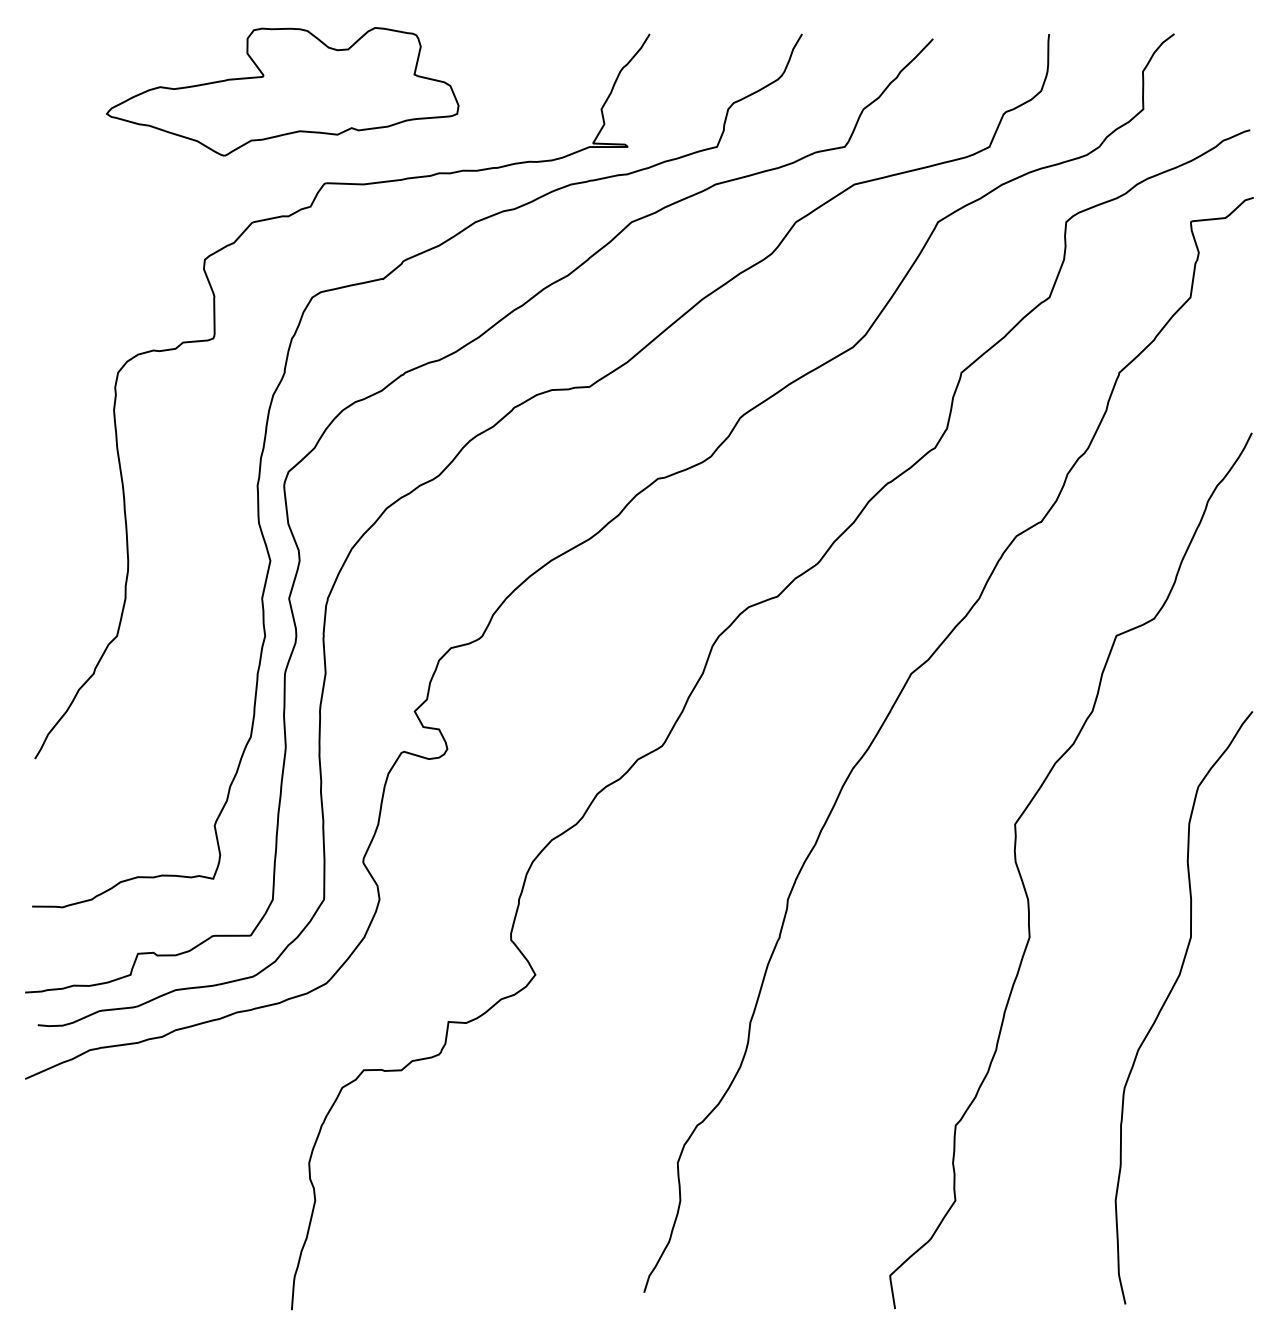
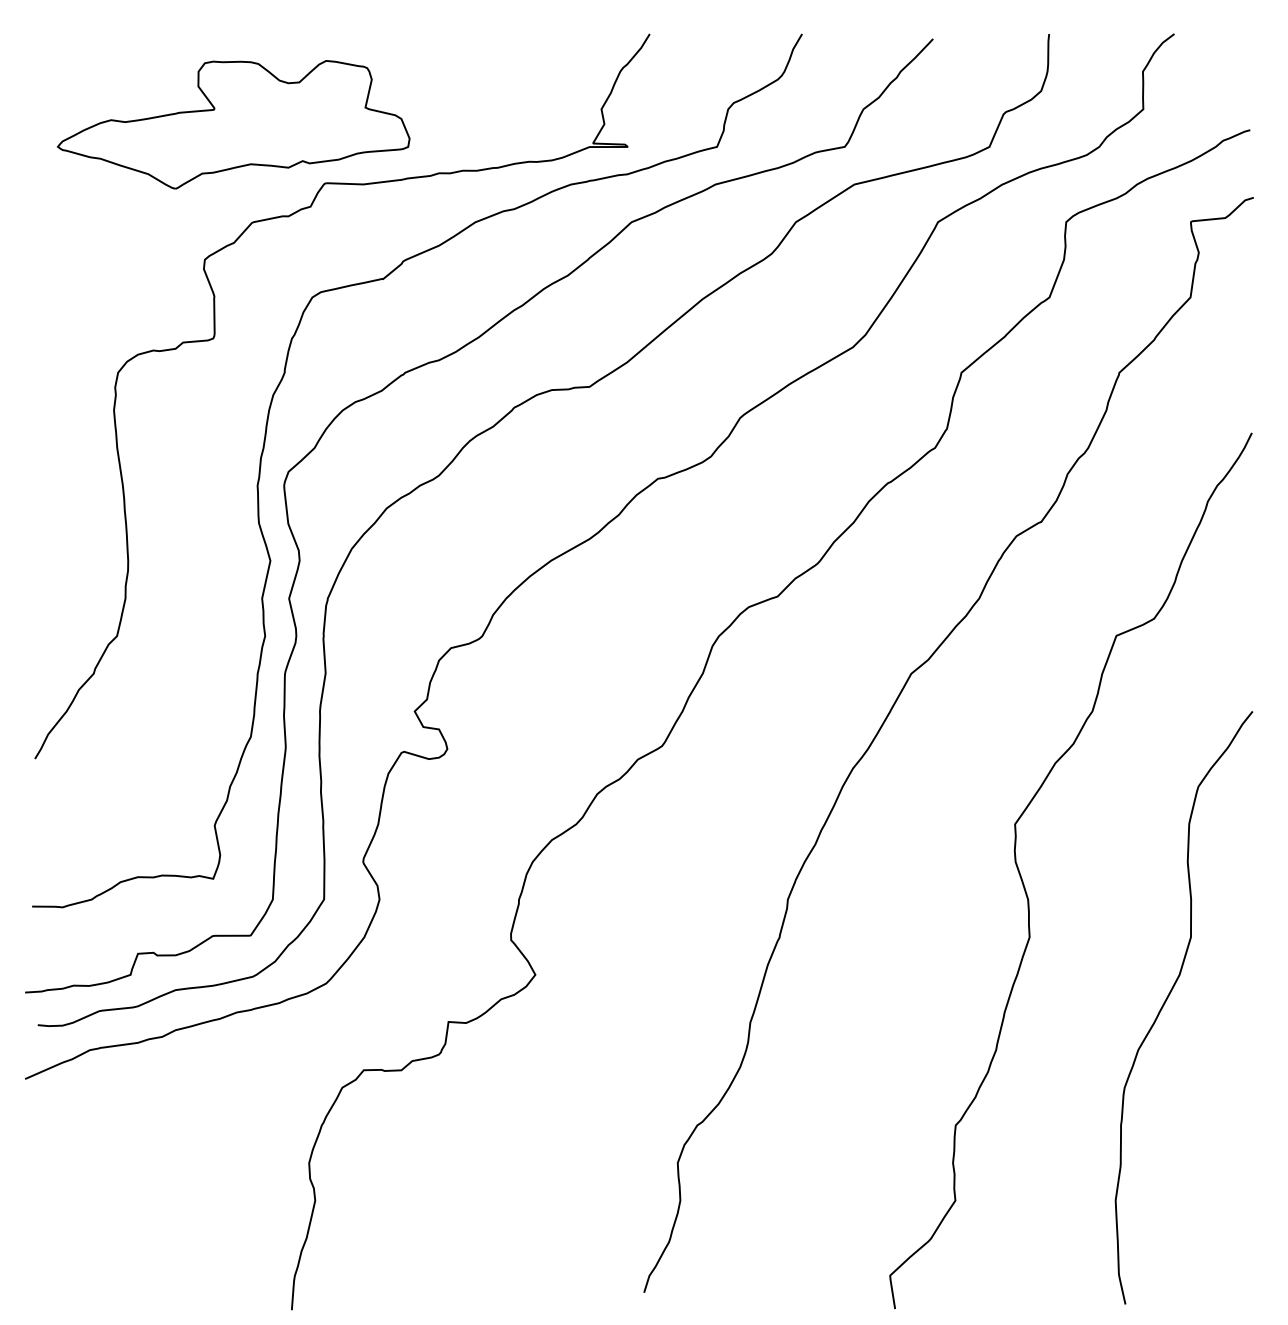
part at (282, 91) position: (282, 91) -> (233, 124)
